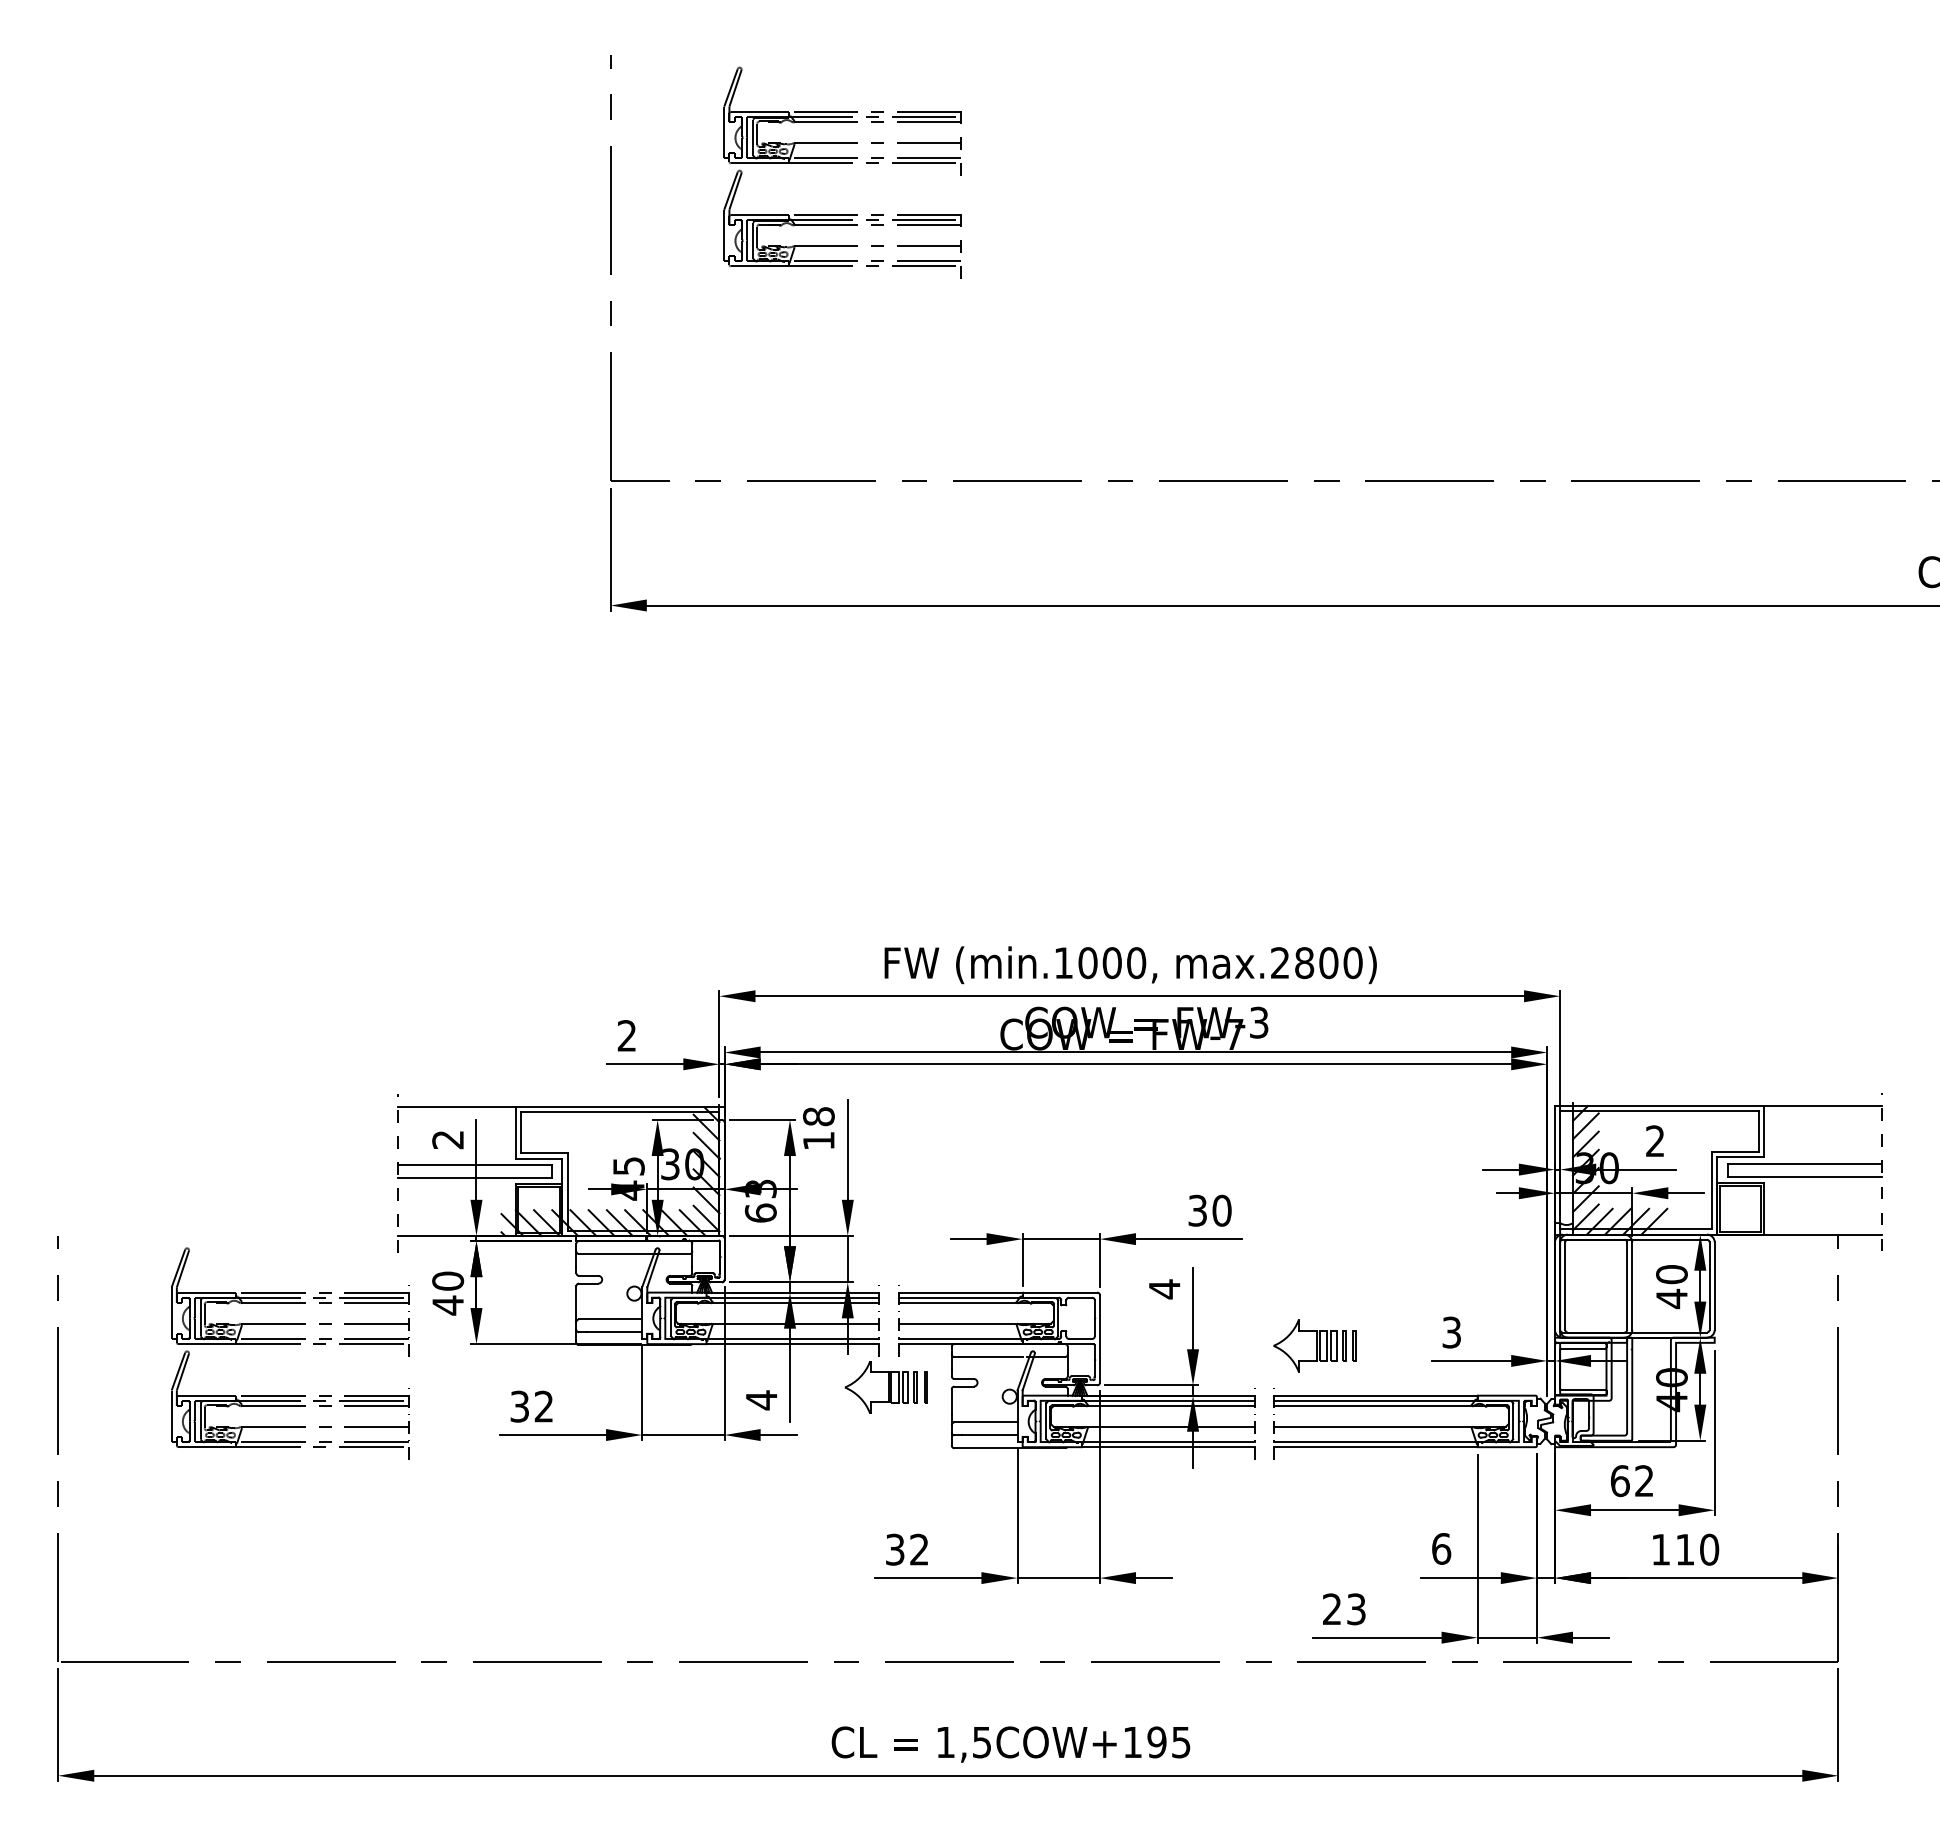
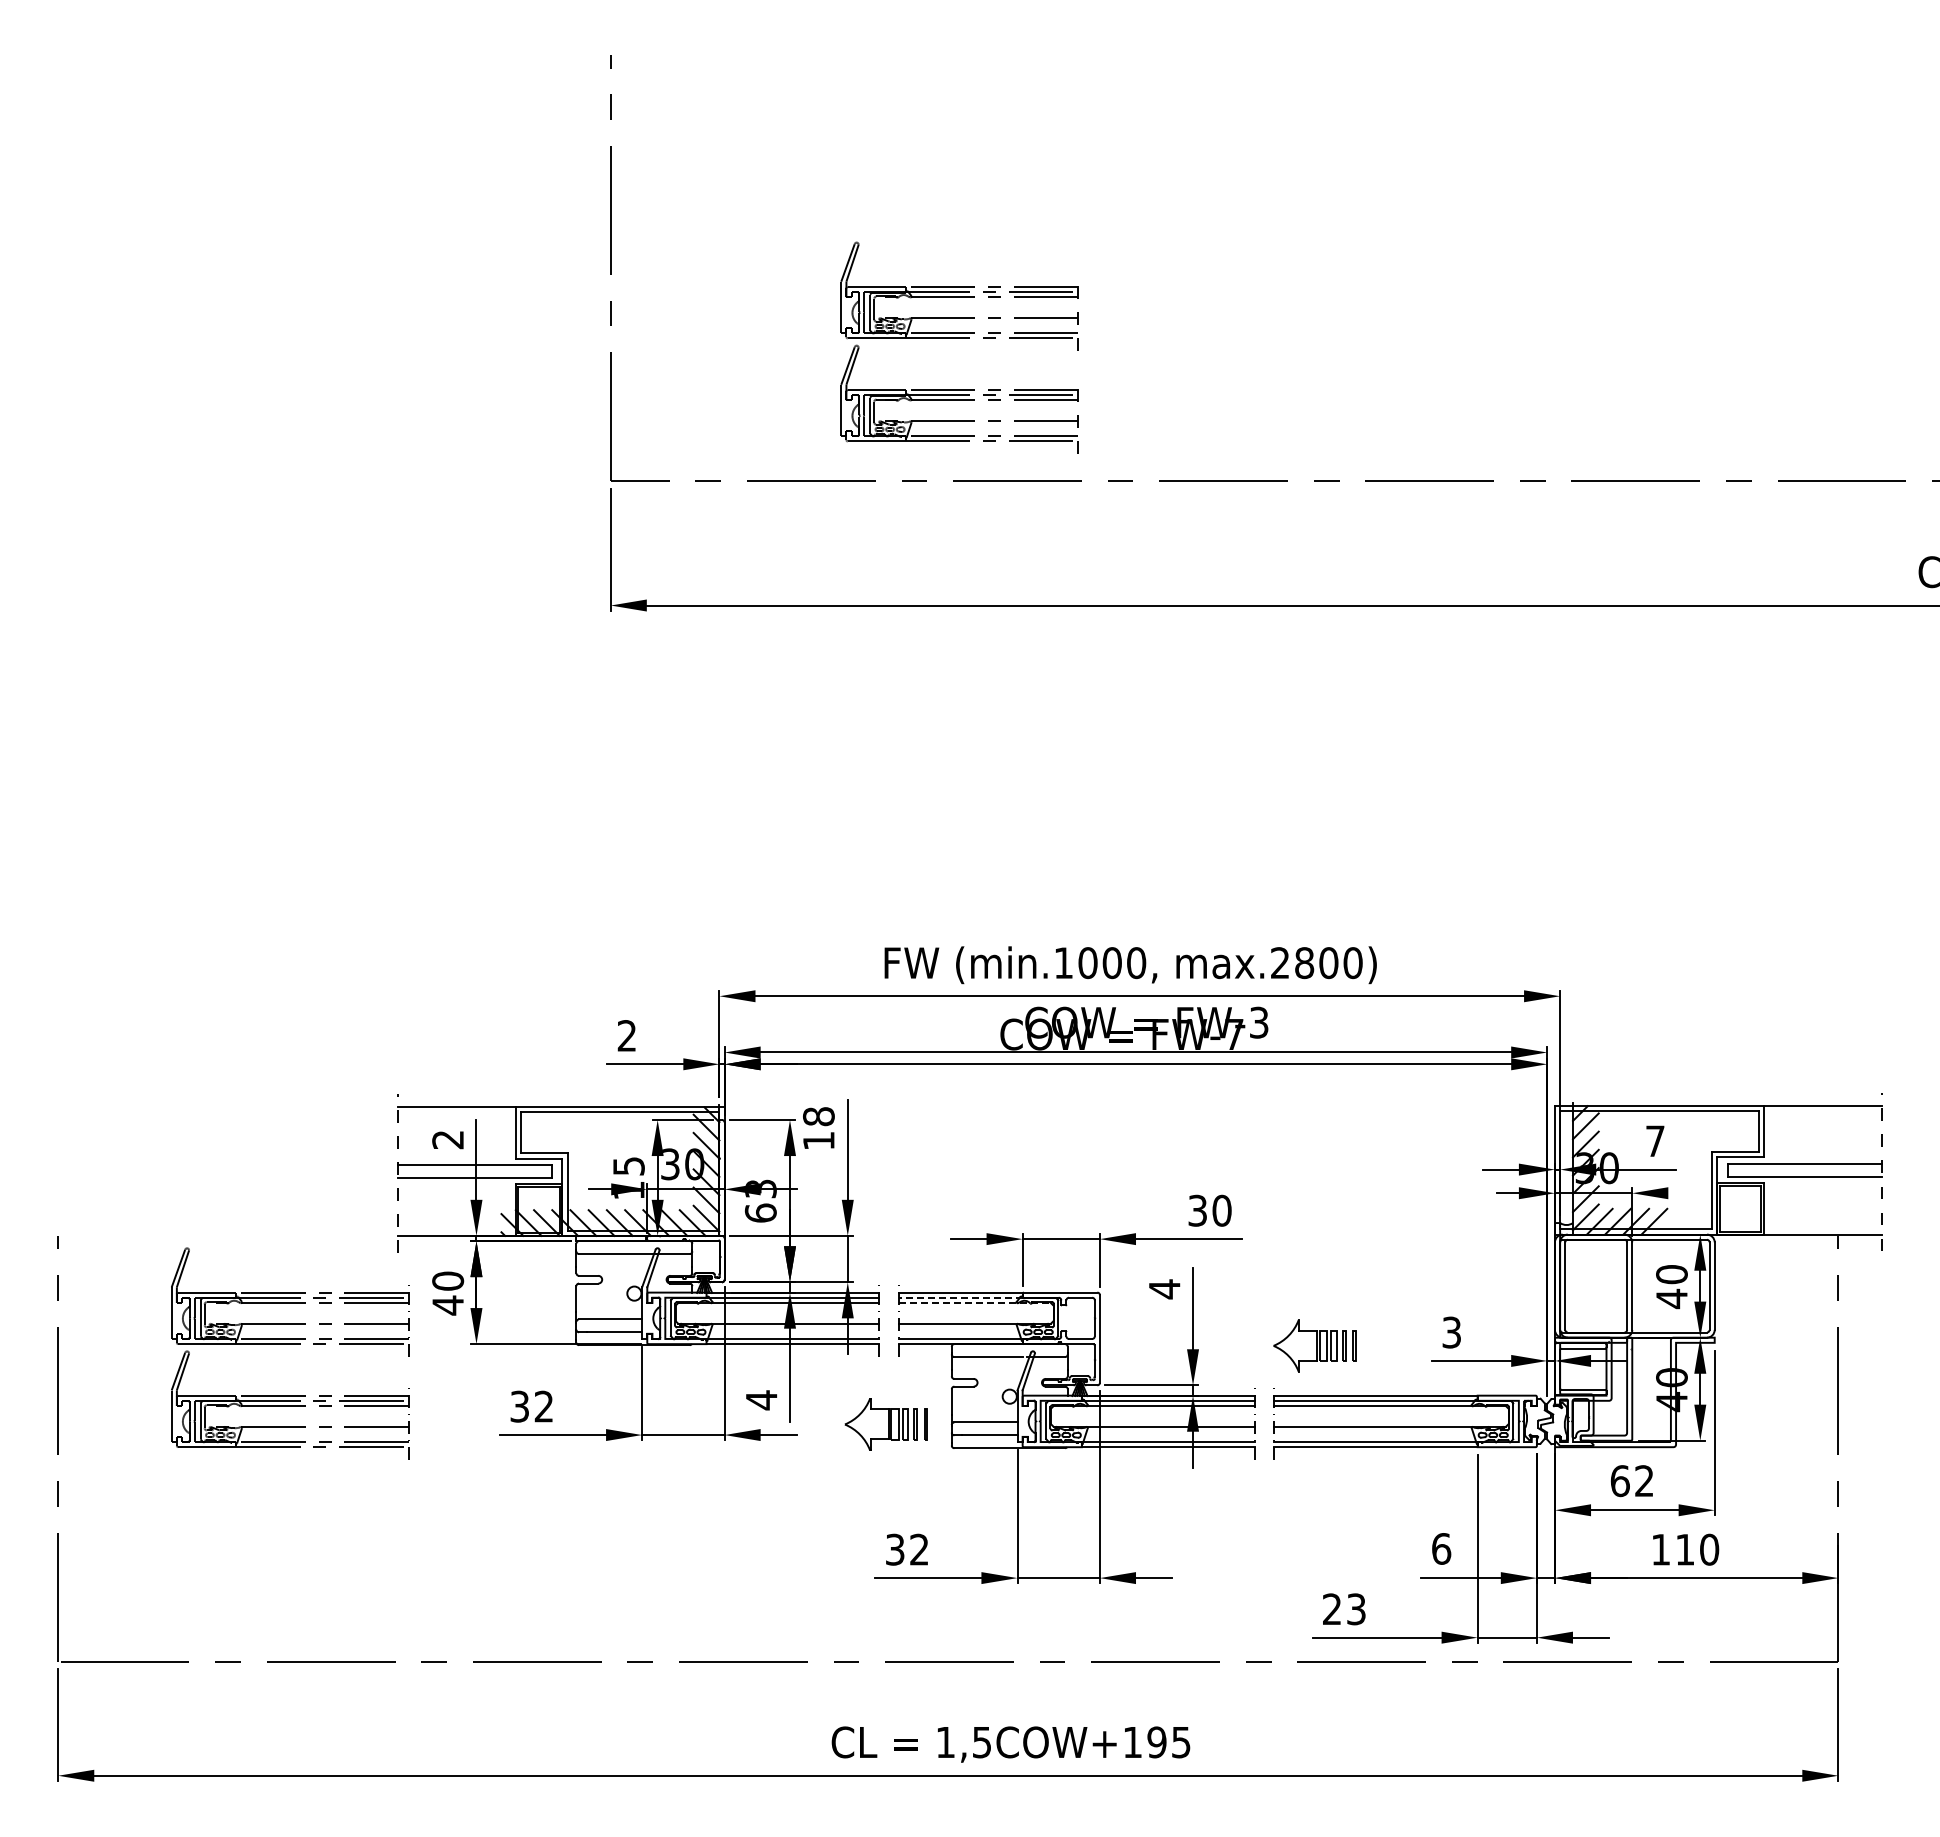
part at (842, 163) position: (842, 163) -> (959, 338)
text at (1655, 1140): 2 -> 7
text at (629, 1190): 45 -> 15
line at (1686, 1193): present -> none
line at (960, 1297): solid -> dashed
line at (975, 1303): solid -> dashed
part at (885, 1387) position: (885, 1387) -> (885, 1424)
